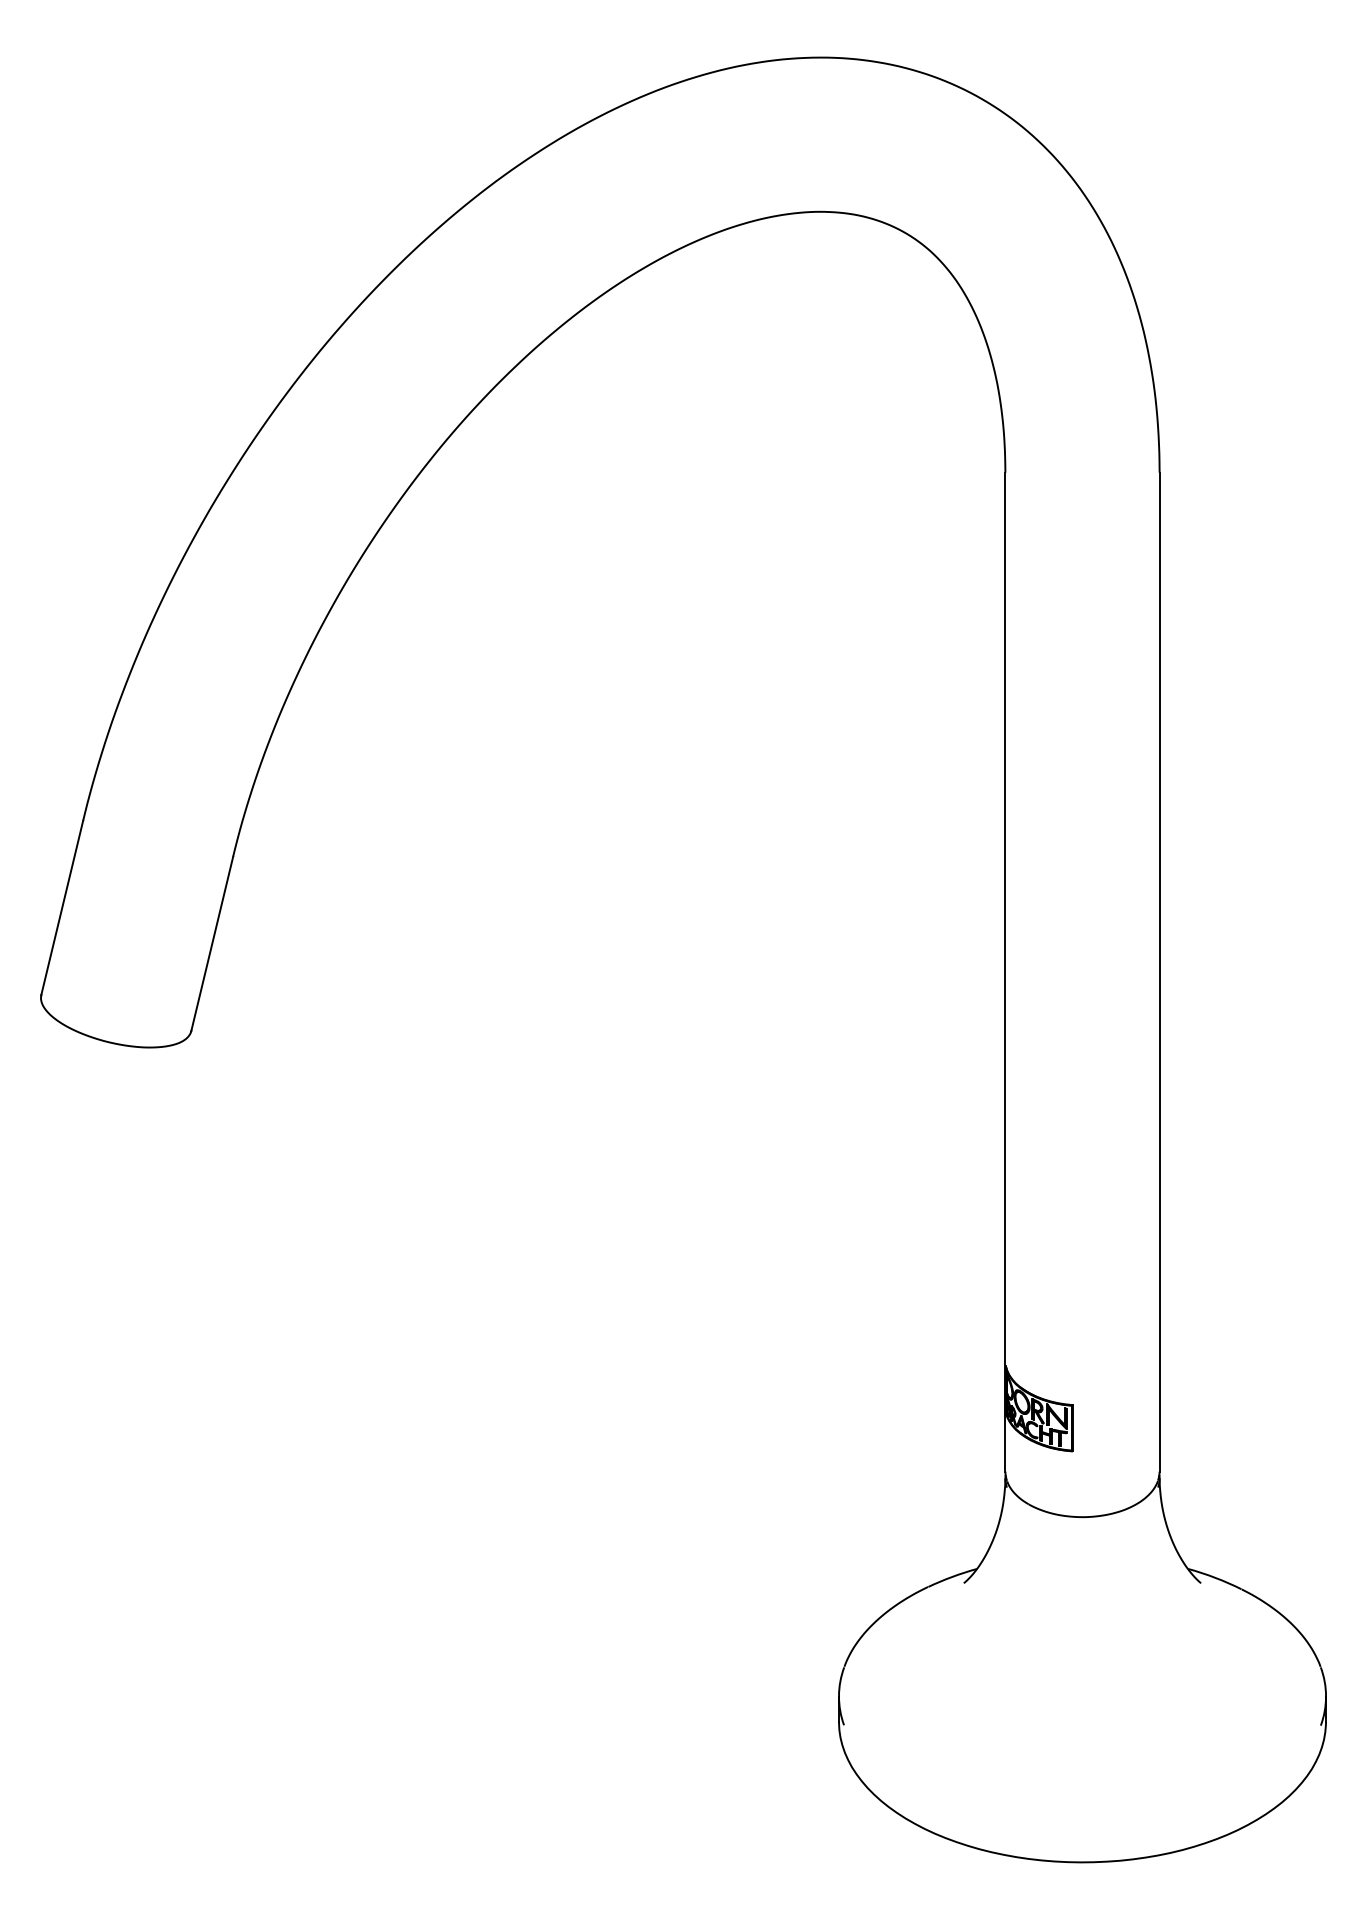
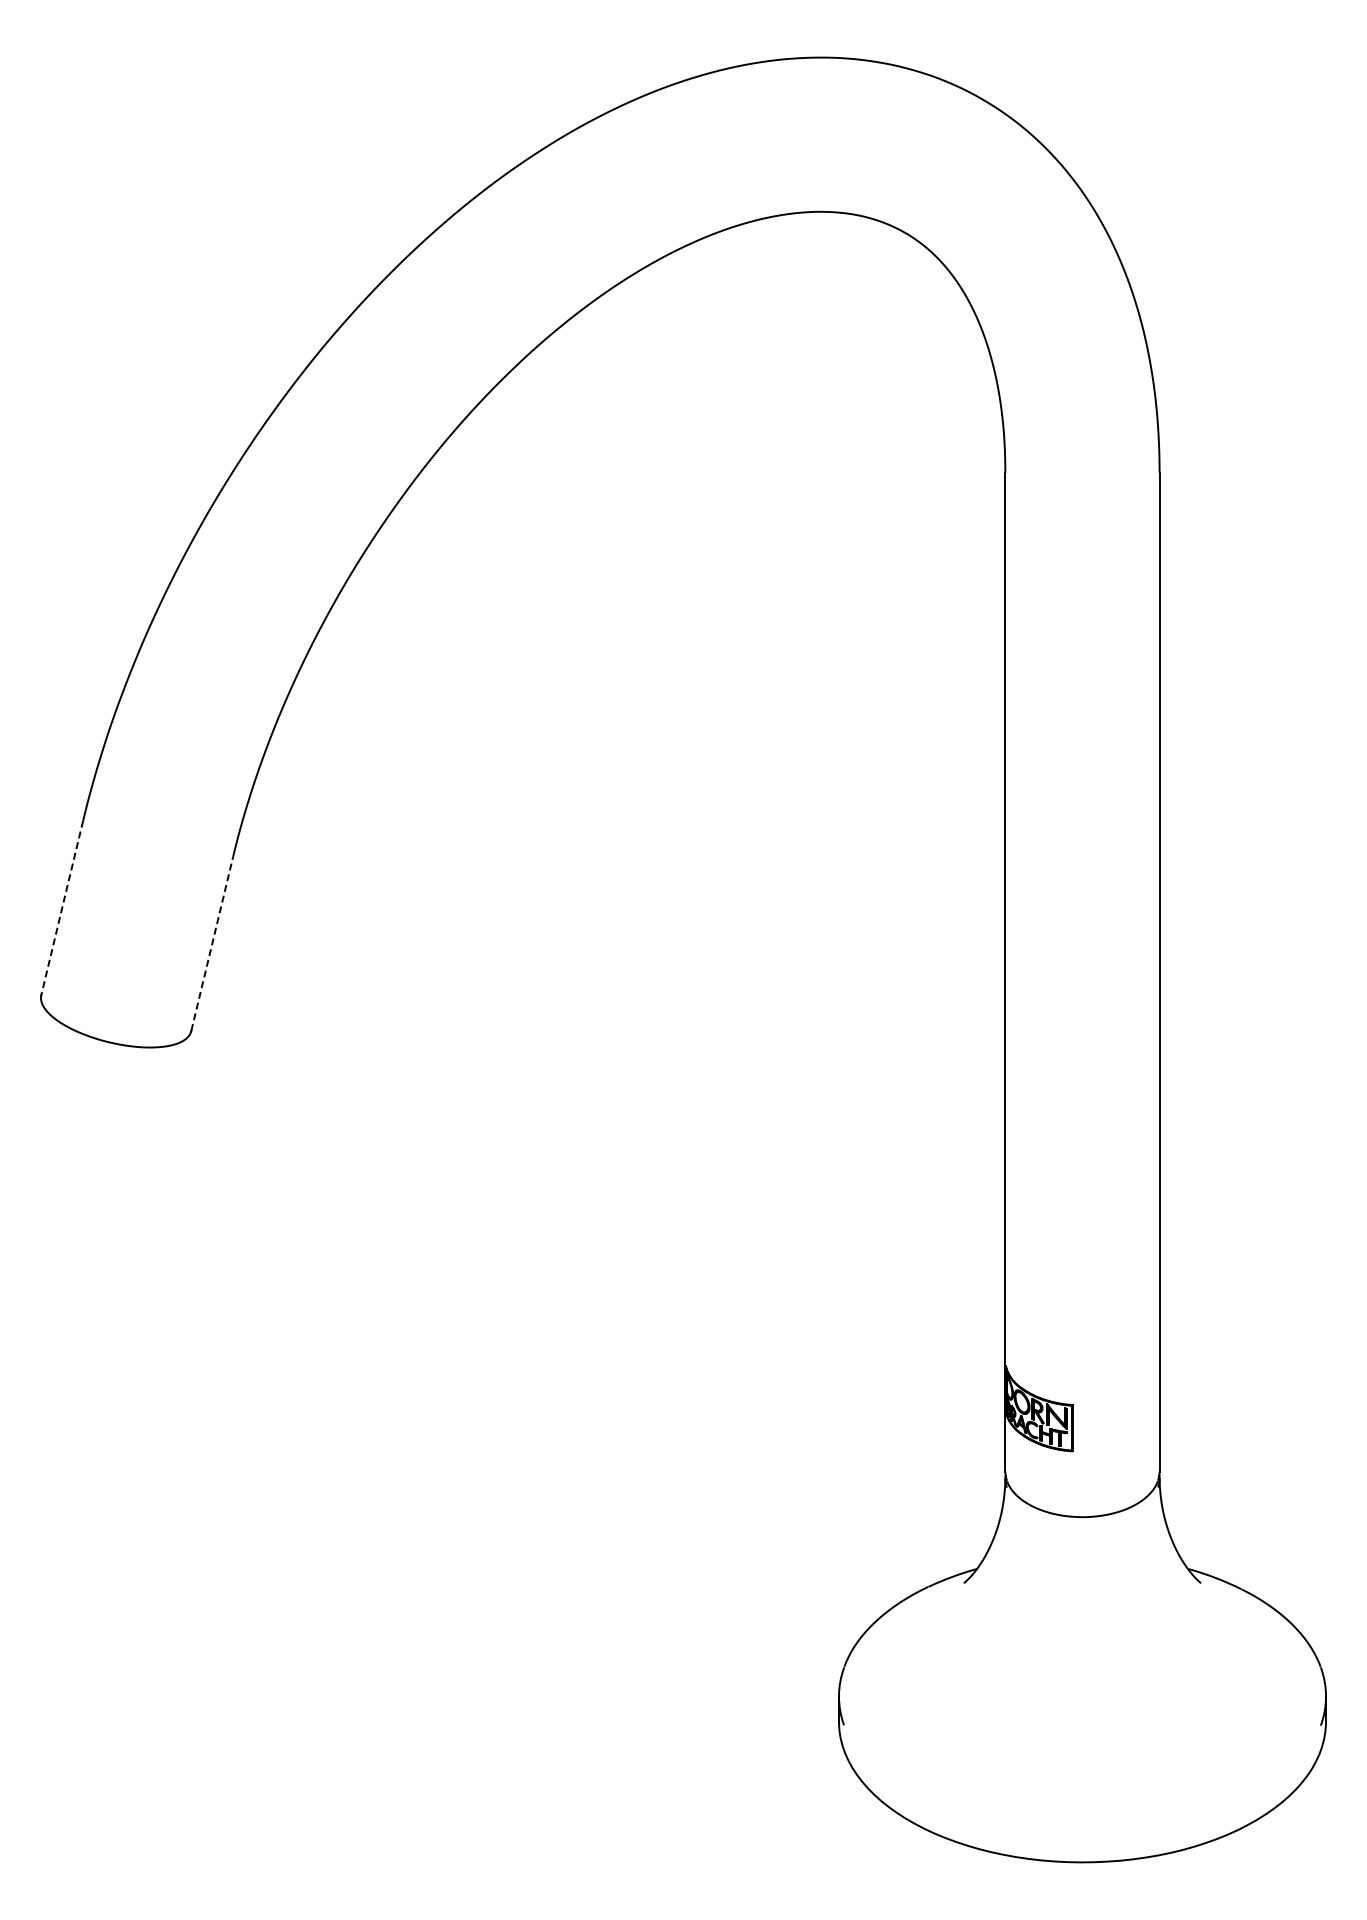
line at (62, 907): solid -> dashed
line at (212, 943): solid -> dashed
